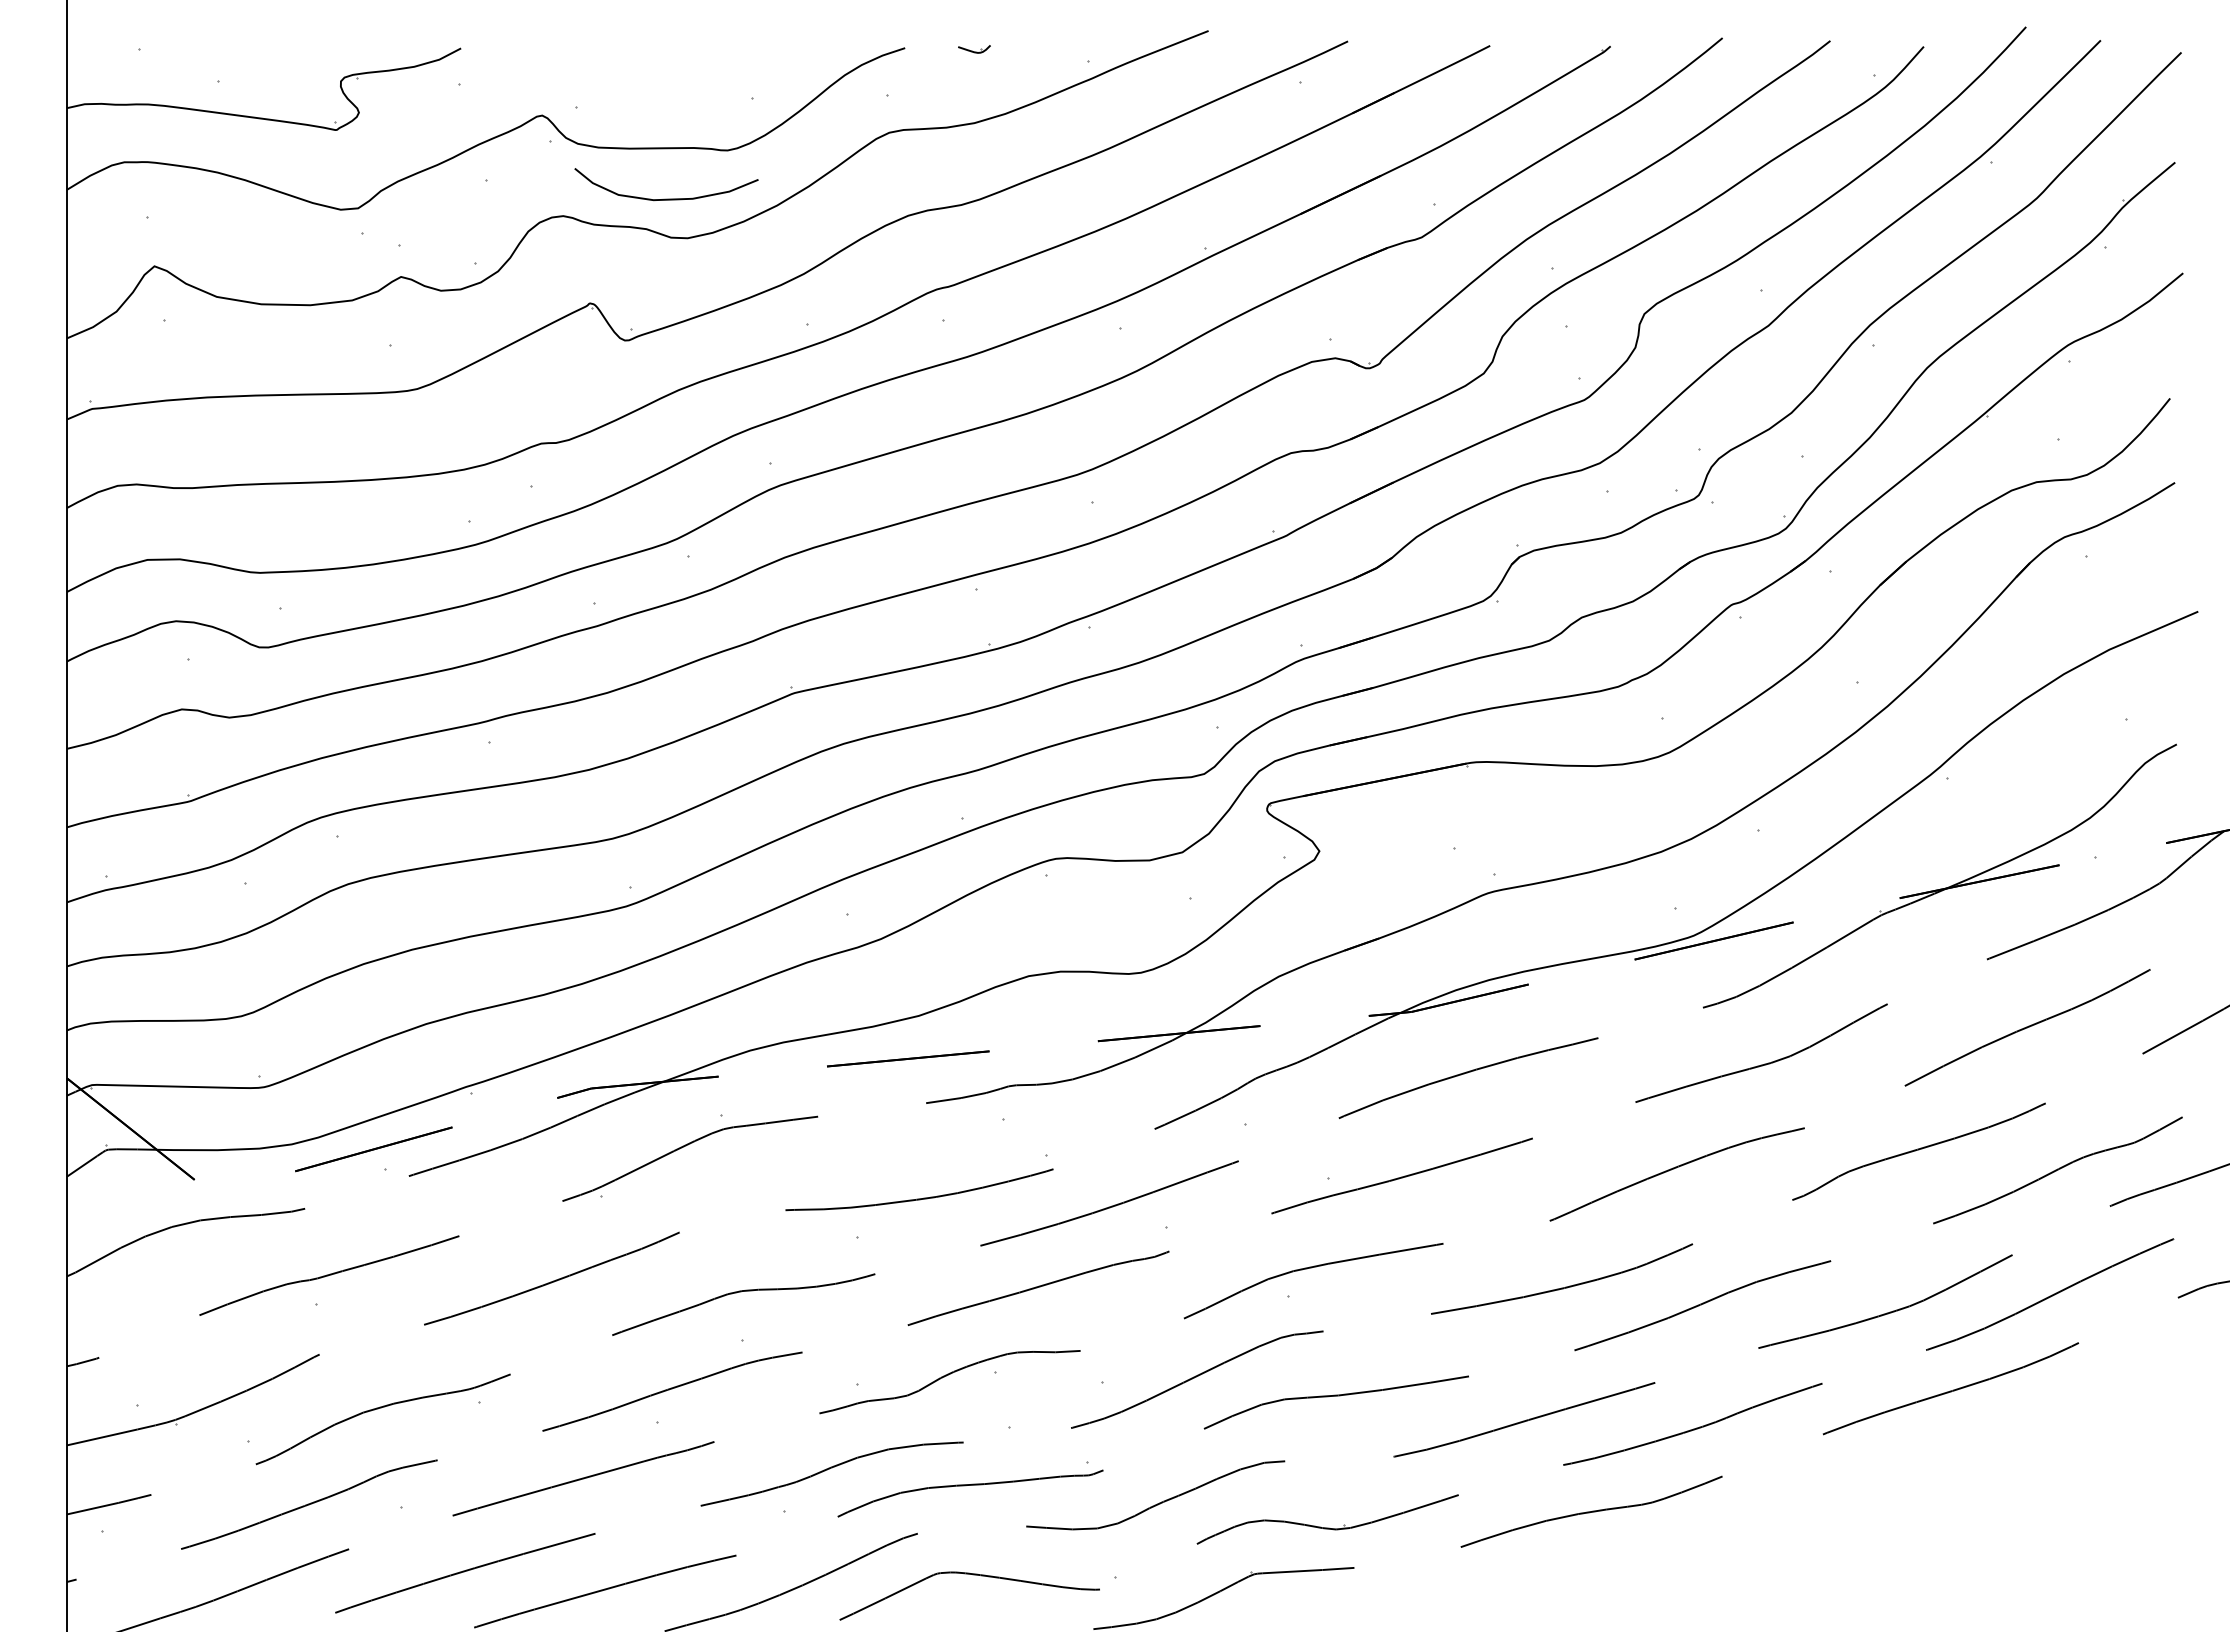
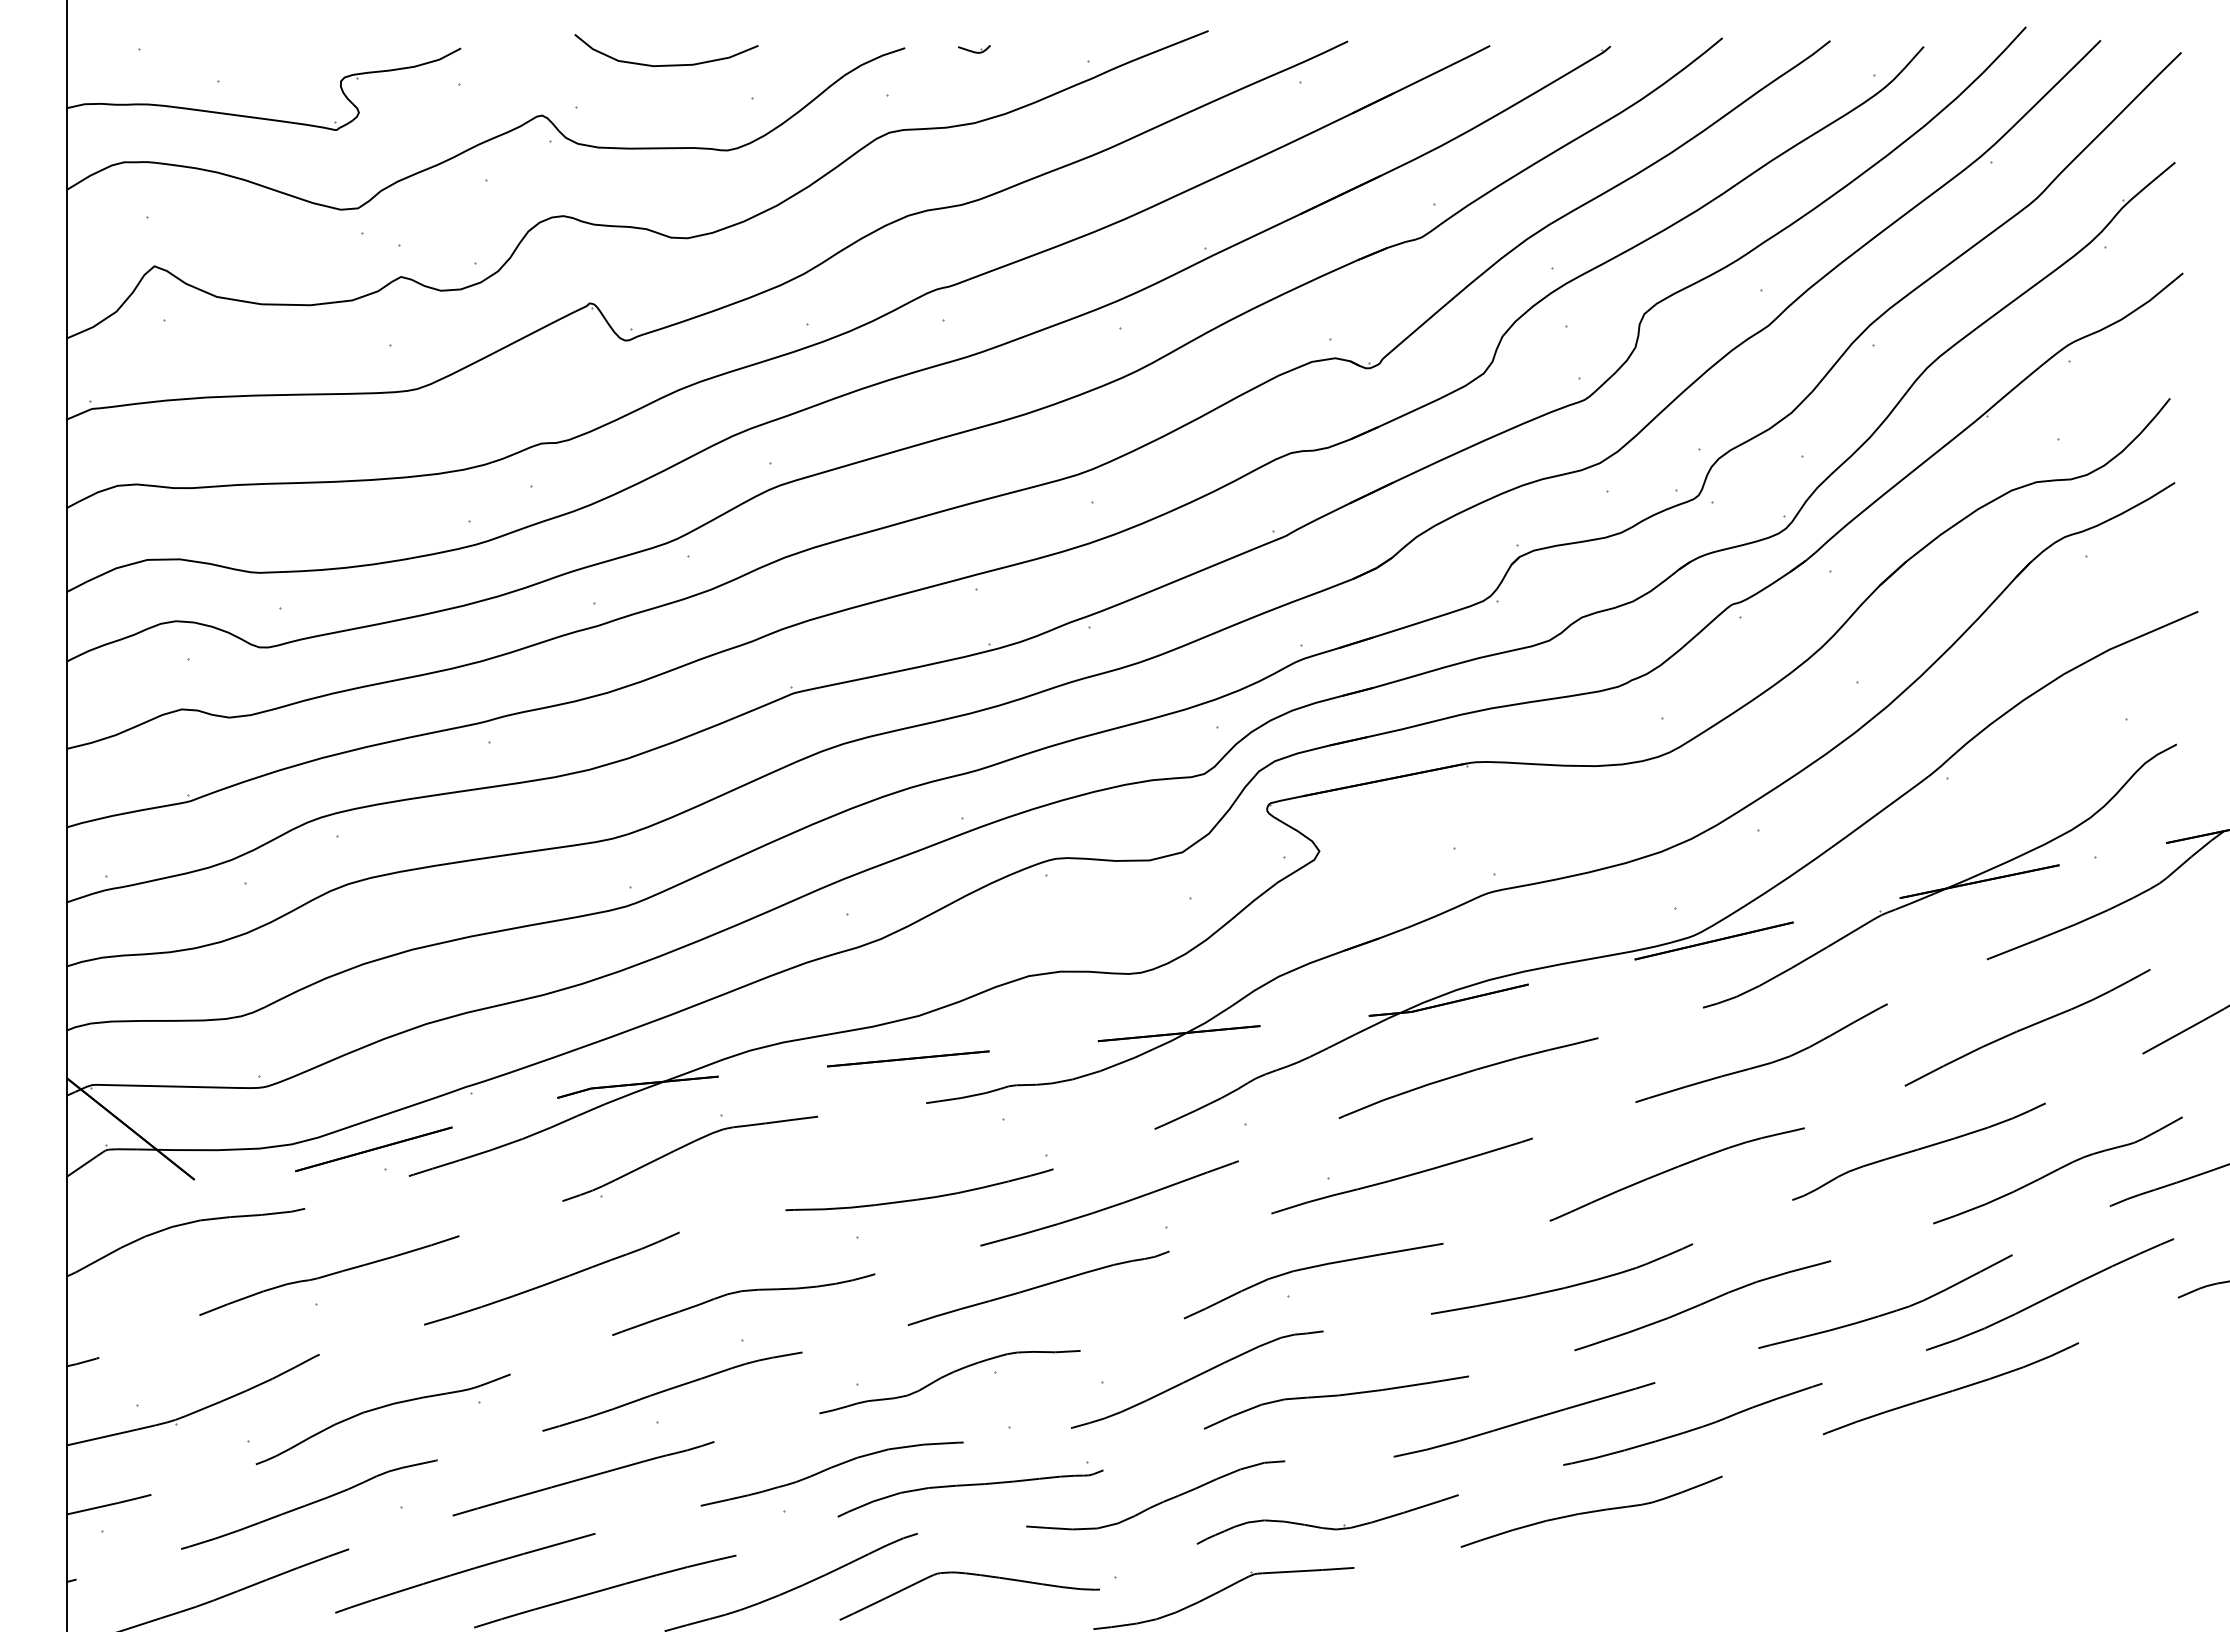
curve at (666, 198) position: (666, 198) -> (666, 64)
